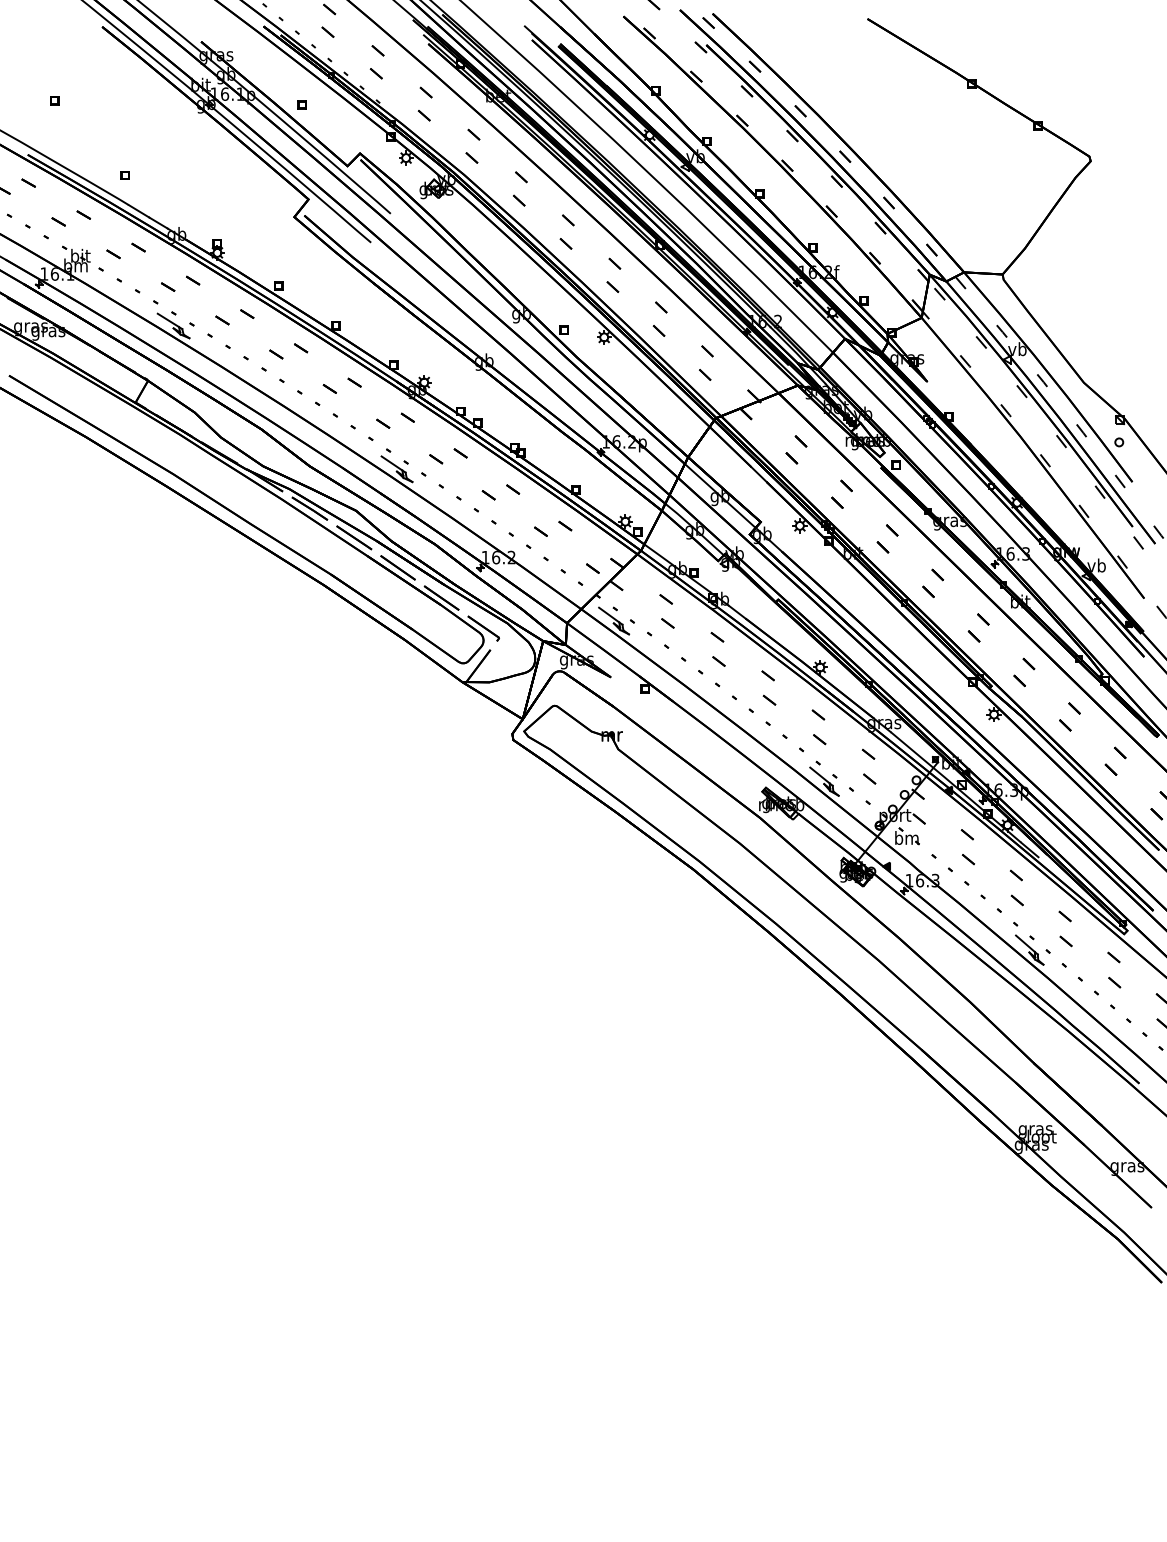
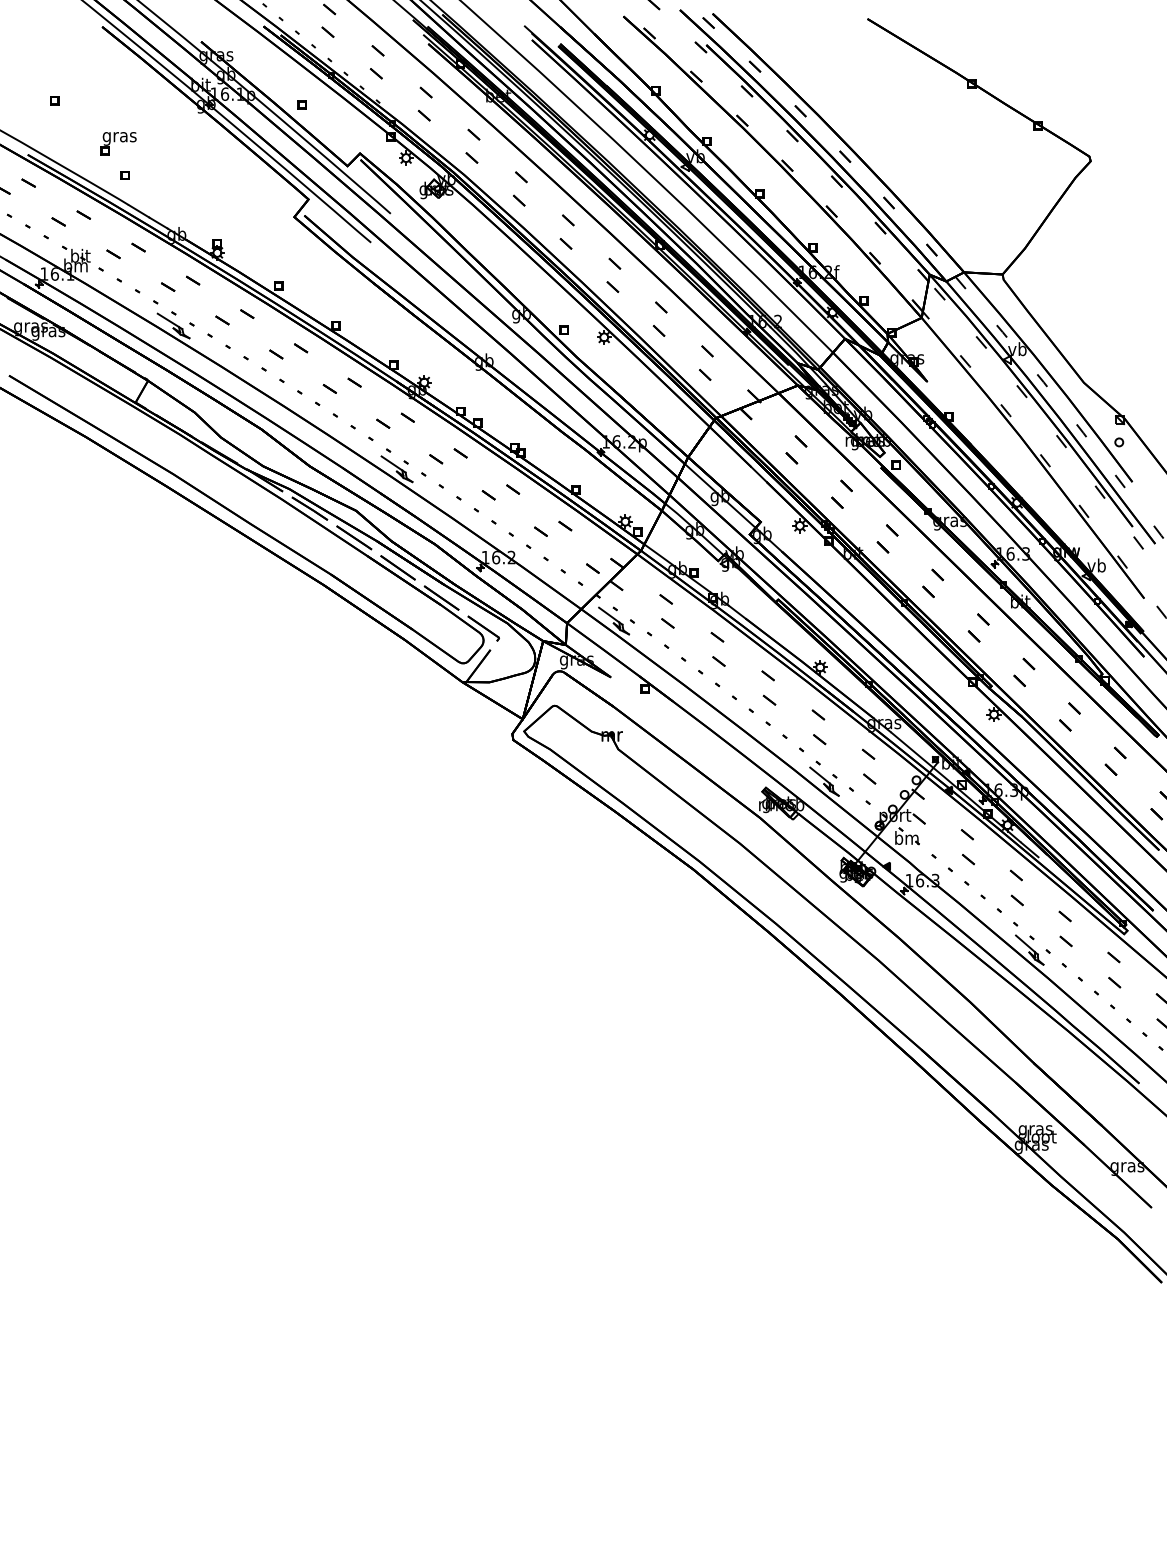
part at (118, 143): none -> present
